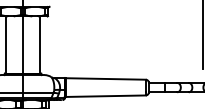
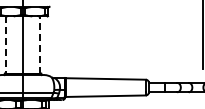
line at (6, 44): solid -> dashed
line at (39, 44): solid -> dashed
